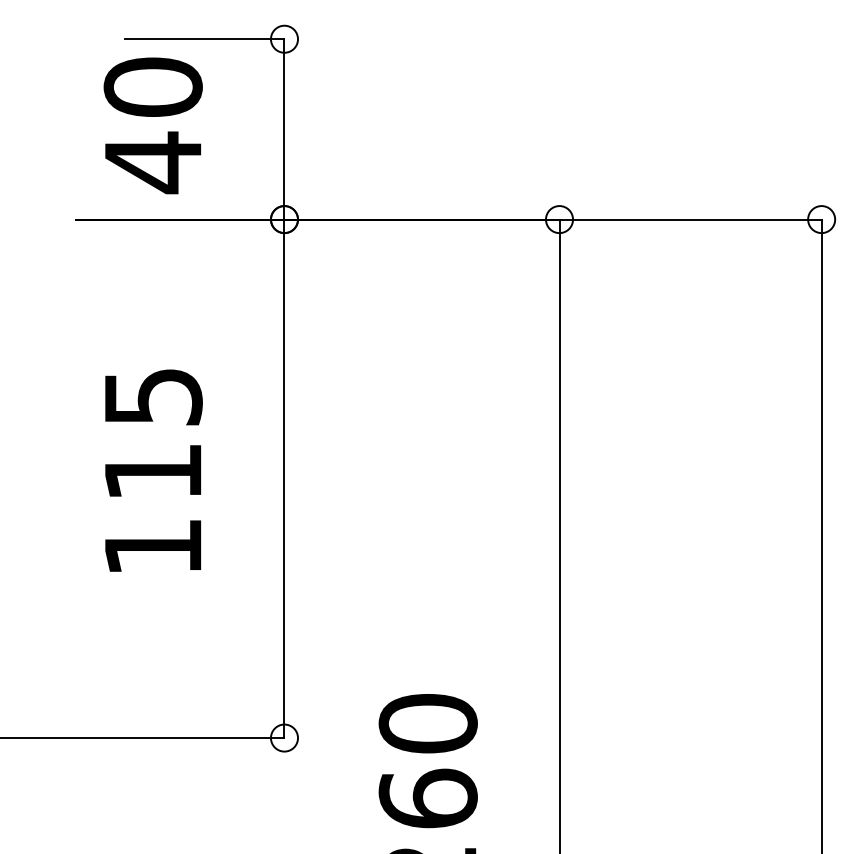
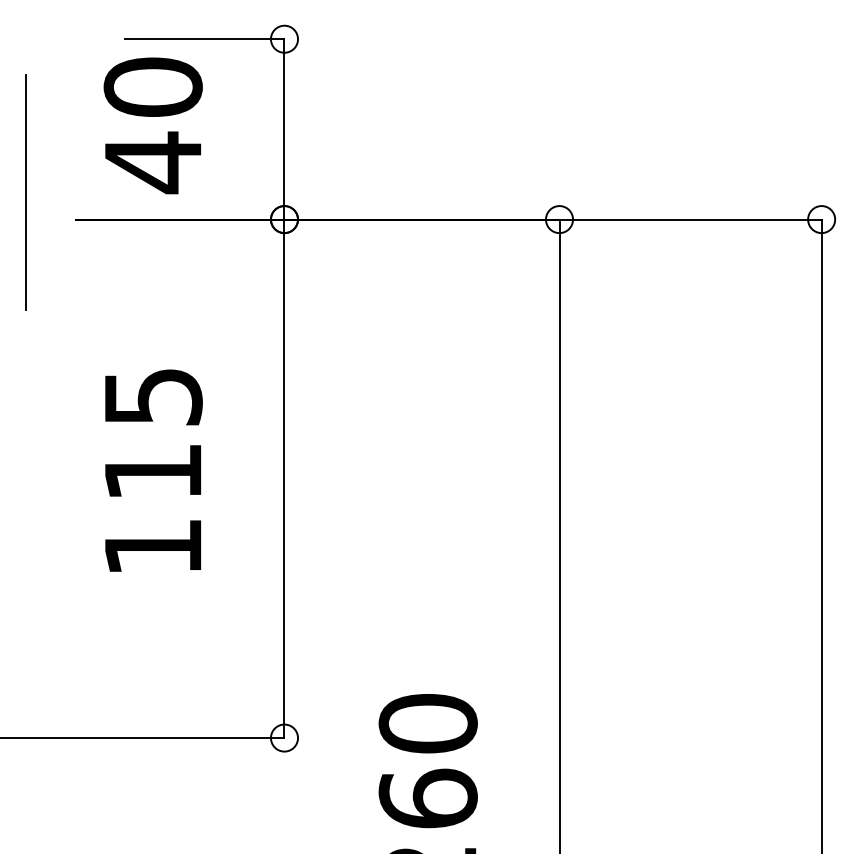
line at (25, 192): none -> present
